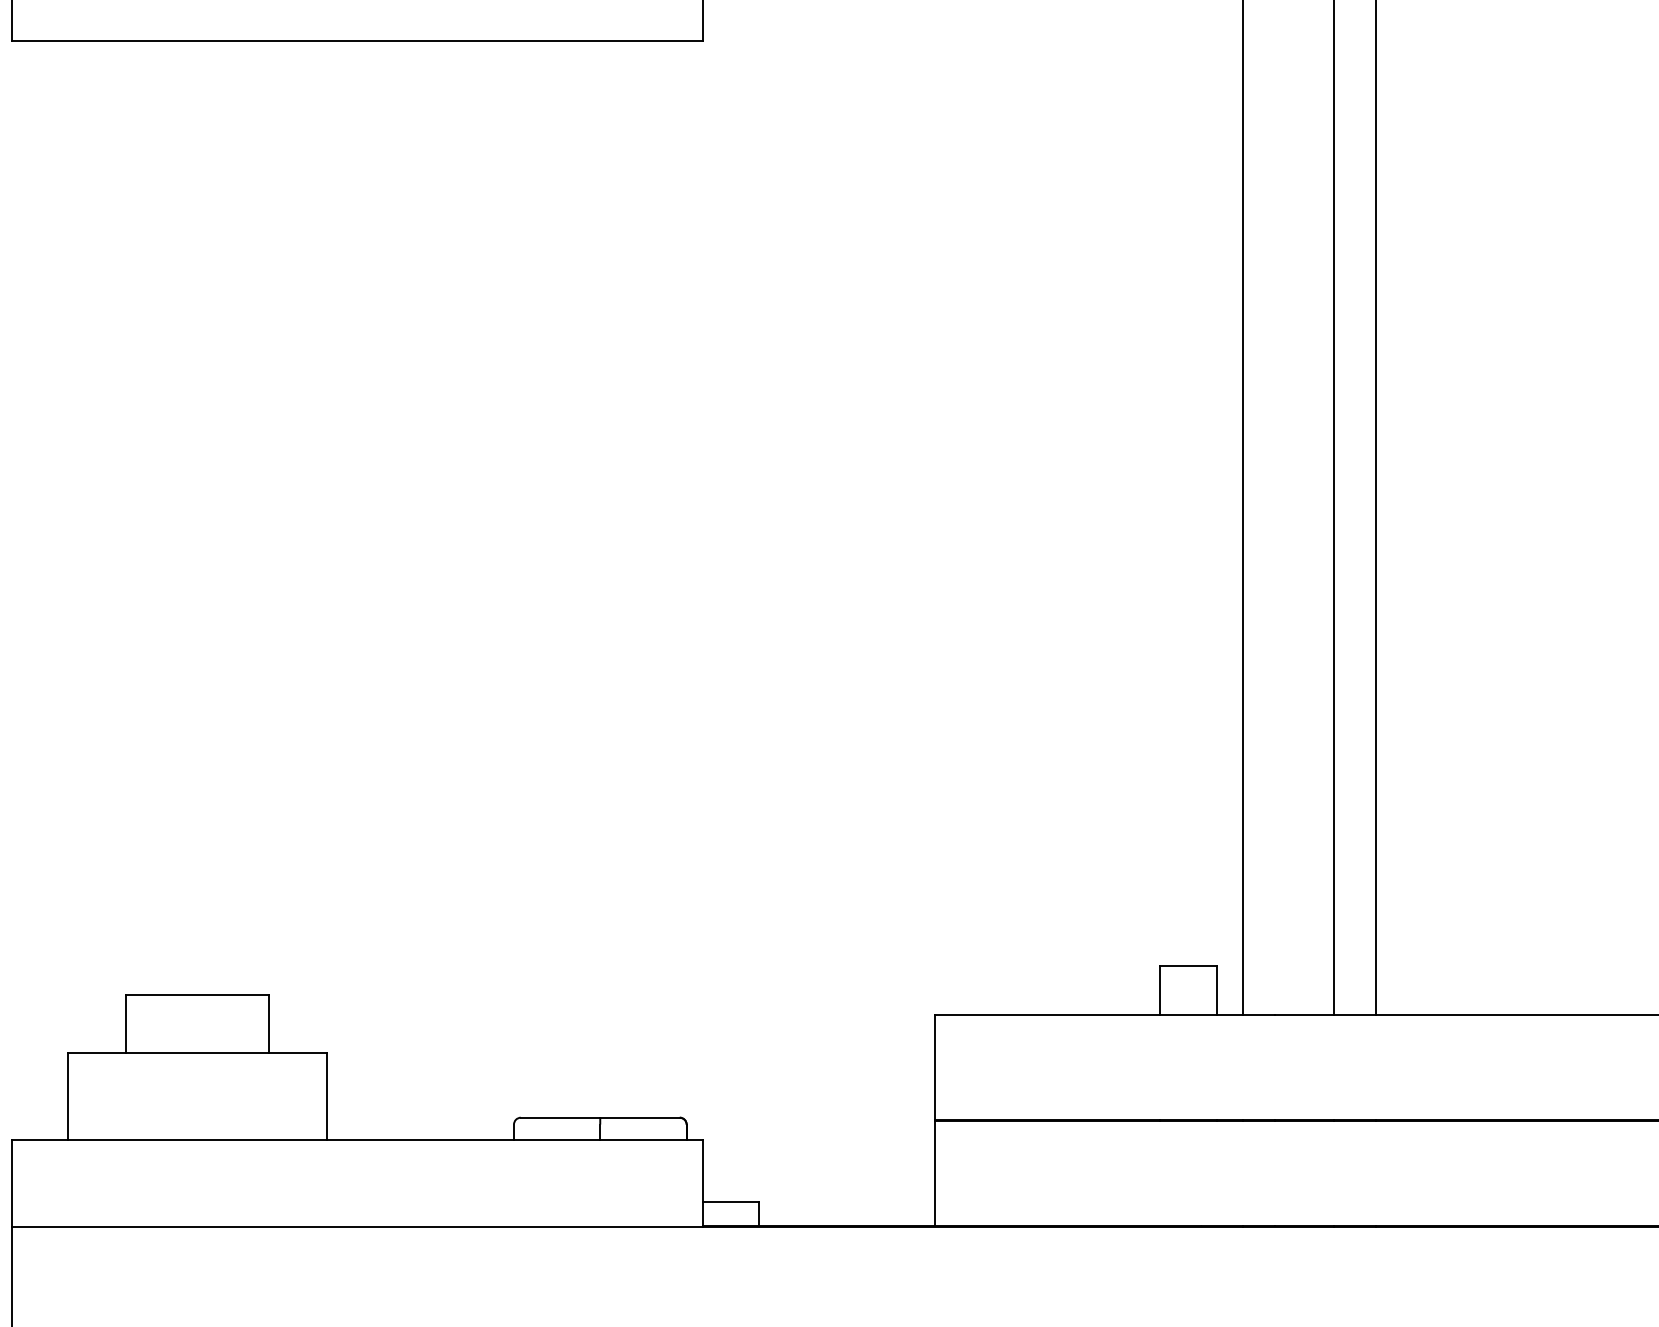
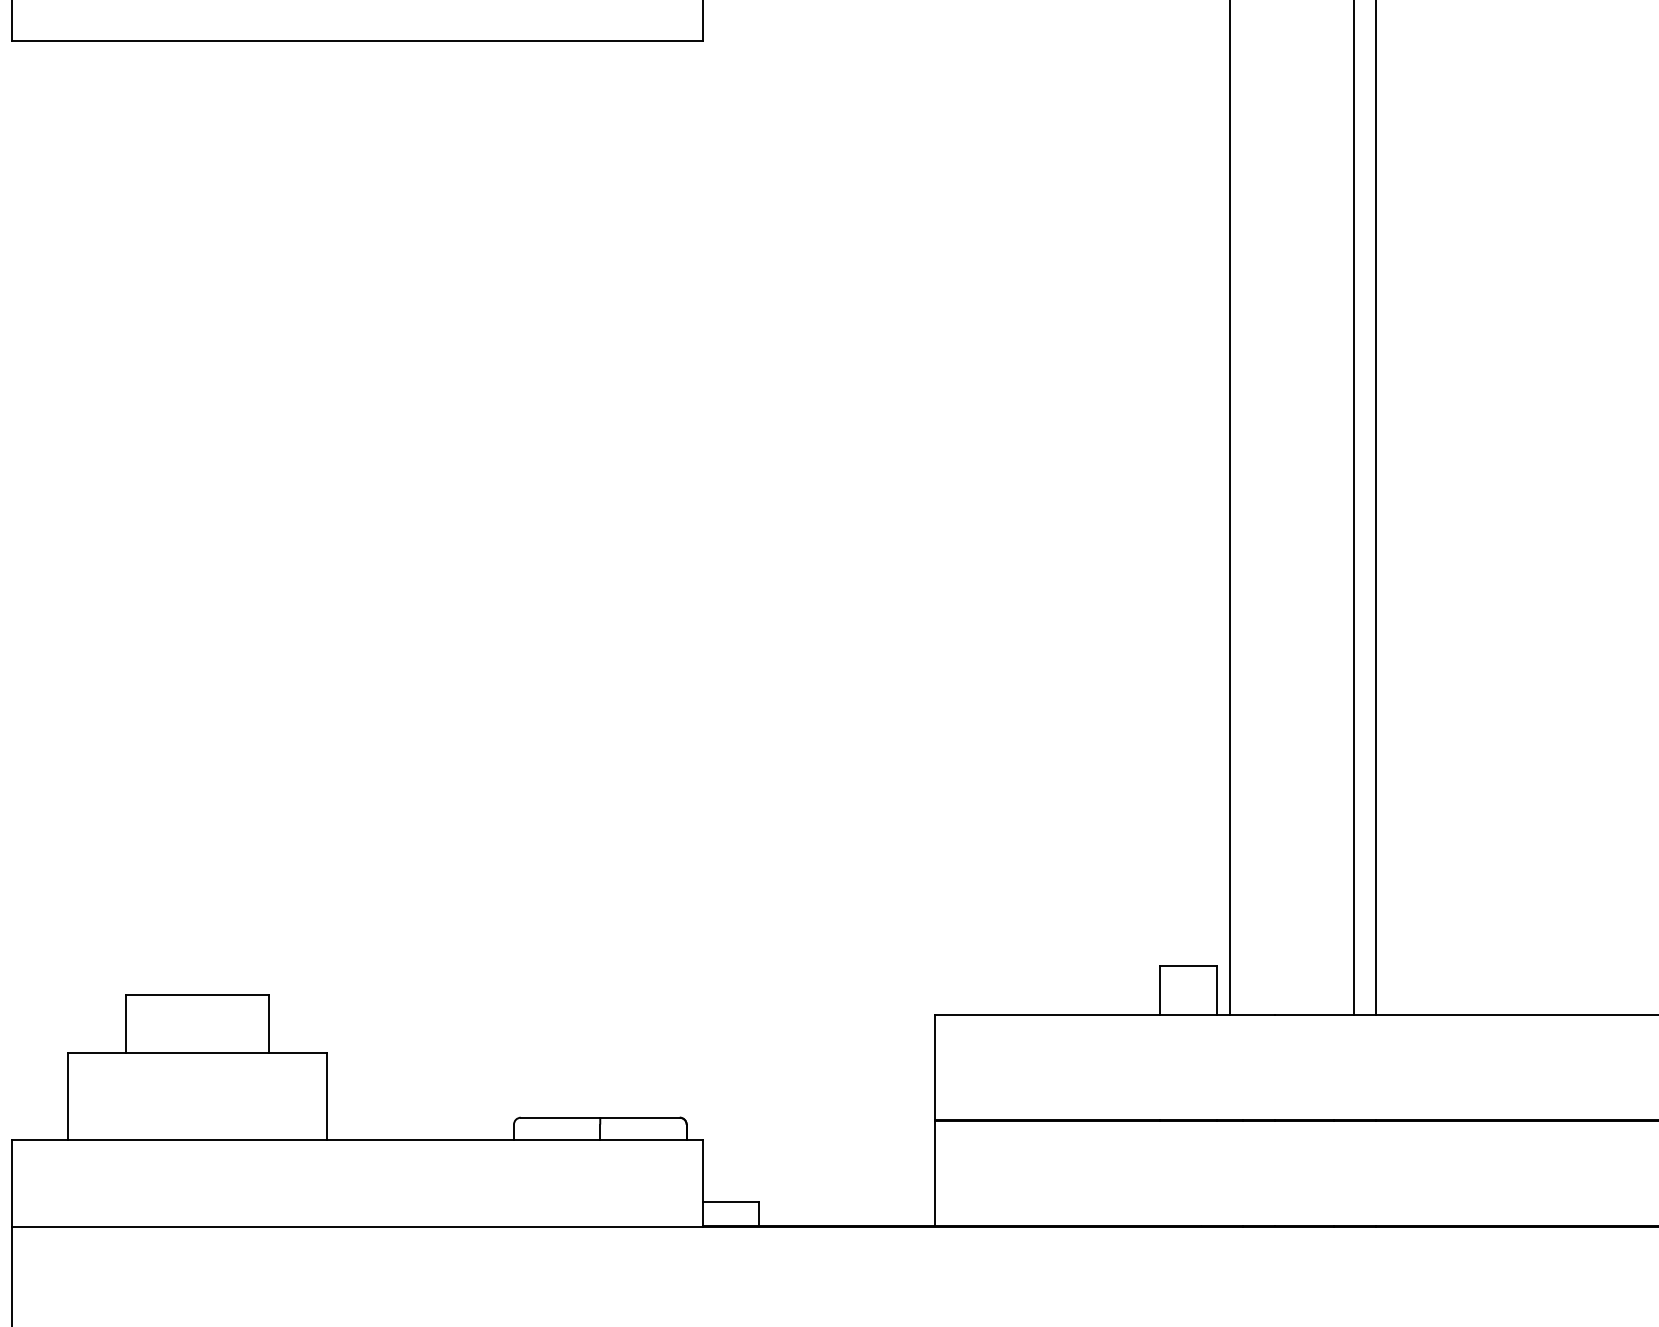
line at (1243, 508) position: (1243, 508) -> (1230, 508)
line at (1333, 508) position: (1333, 508) -> (1353, 508)
